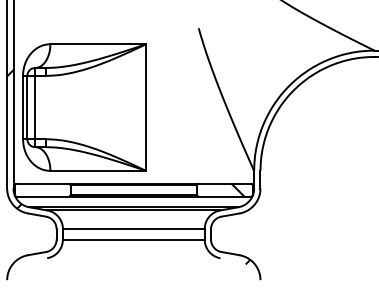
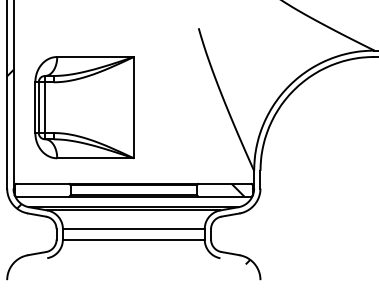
part at (84, 107) size: 125x129 px -> 101x104 px
